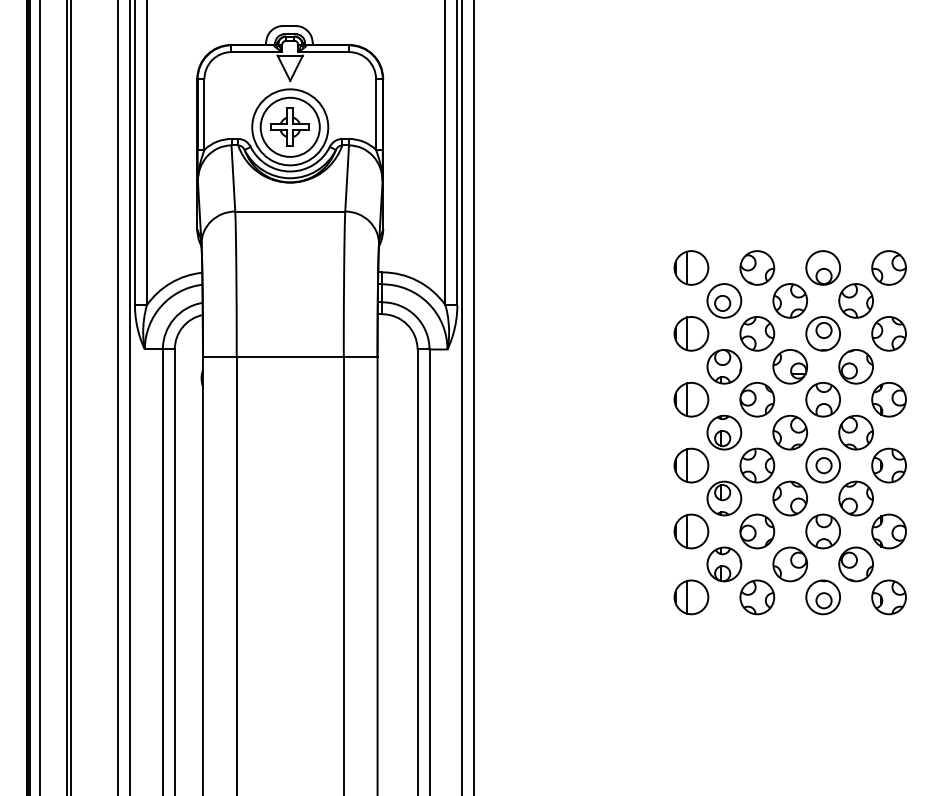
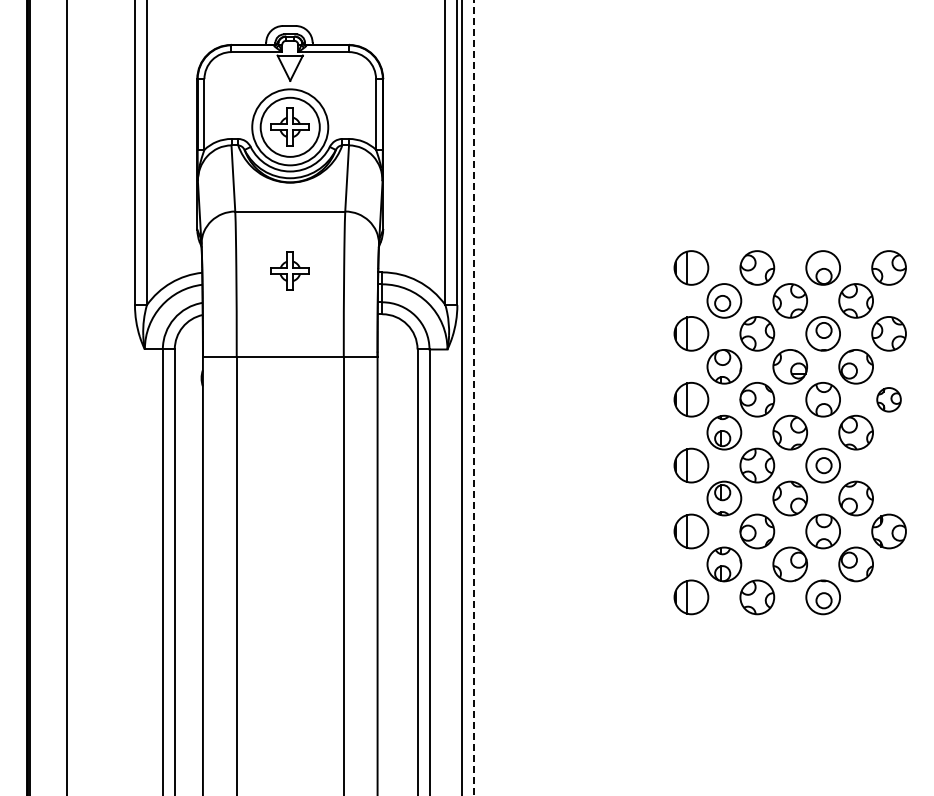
part at (289, 270): none -> present
line at (39, 397): present -> none
line at (70, 397): present -> none
line at (118, 397): present -> none
line at (130, 397): present -> none
line at (474, 397): solid -> dashed
part at (888, 399) size: 36x36 px -> 26x26 px
part at (888, 465): present -> none
part at (888, 597): present -> none
